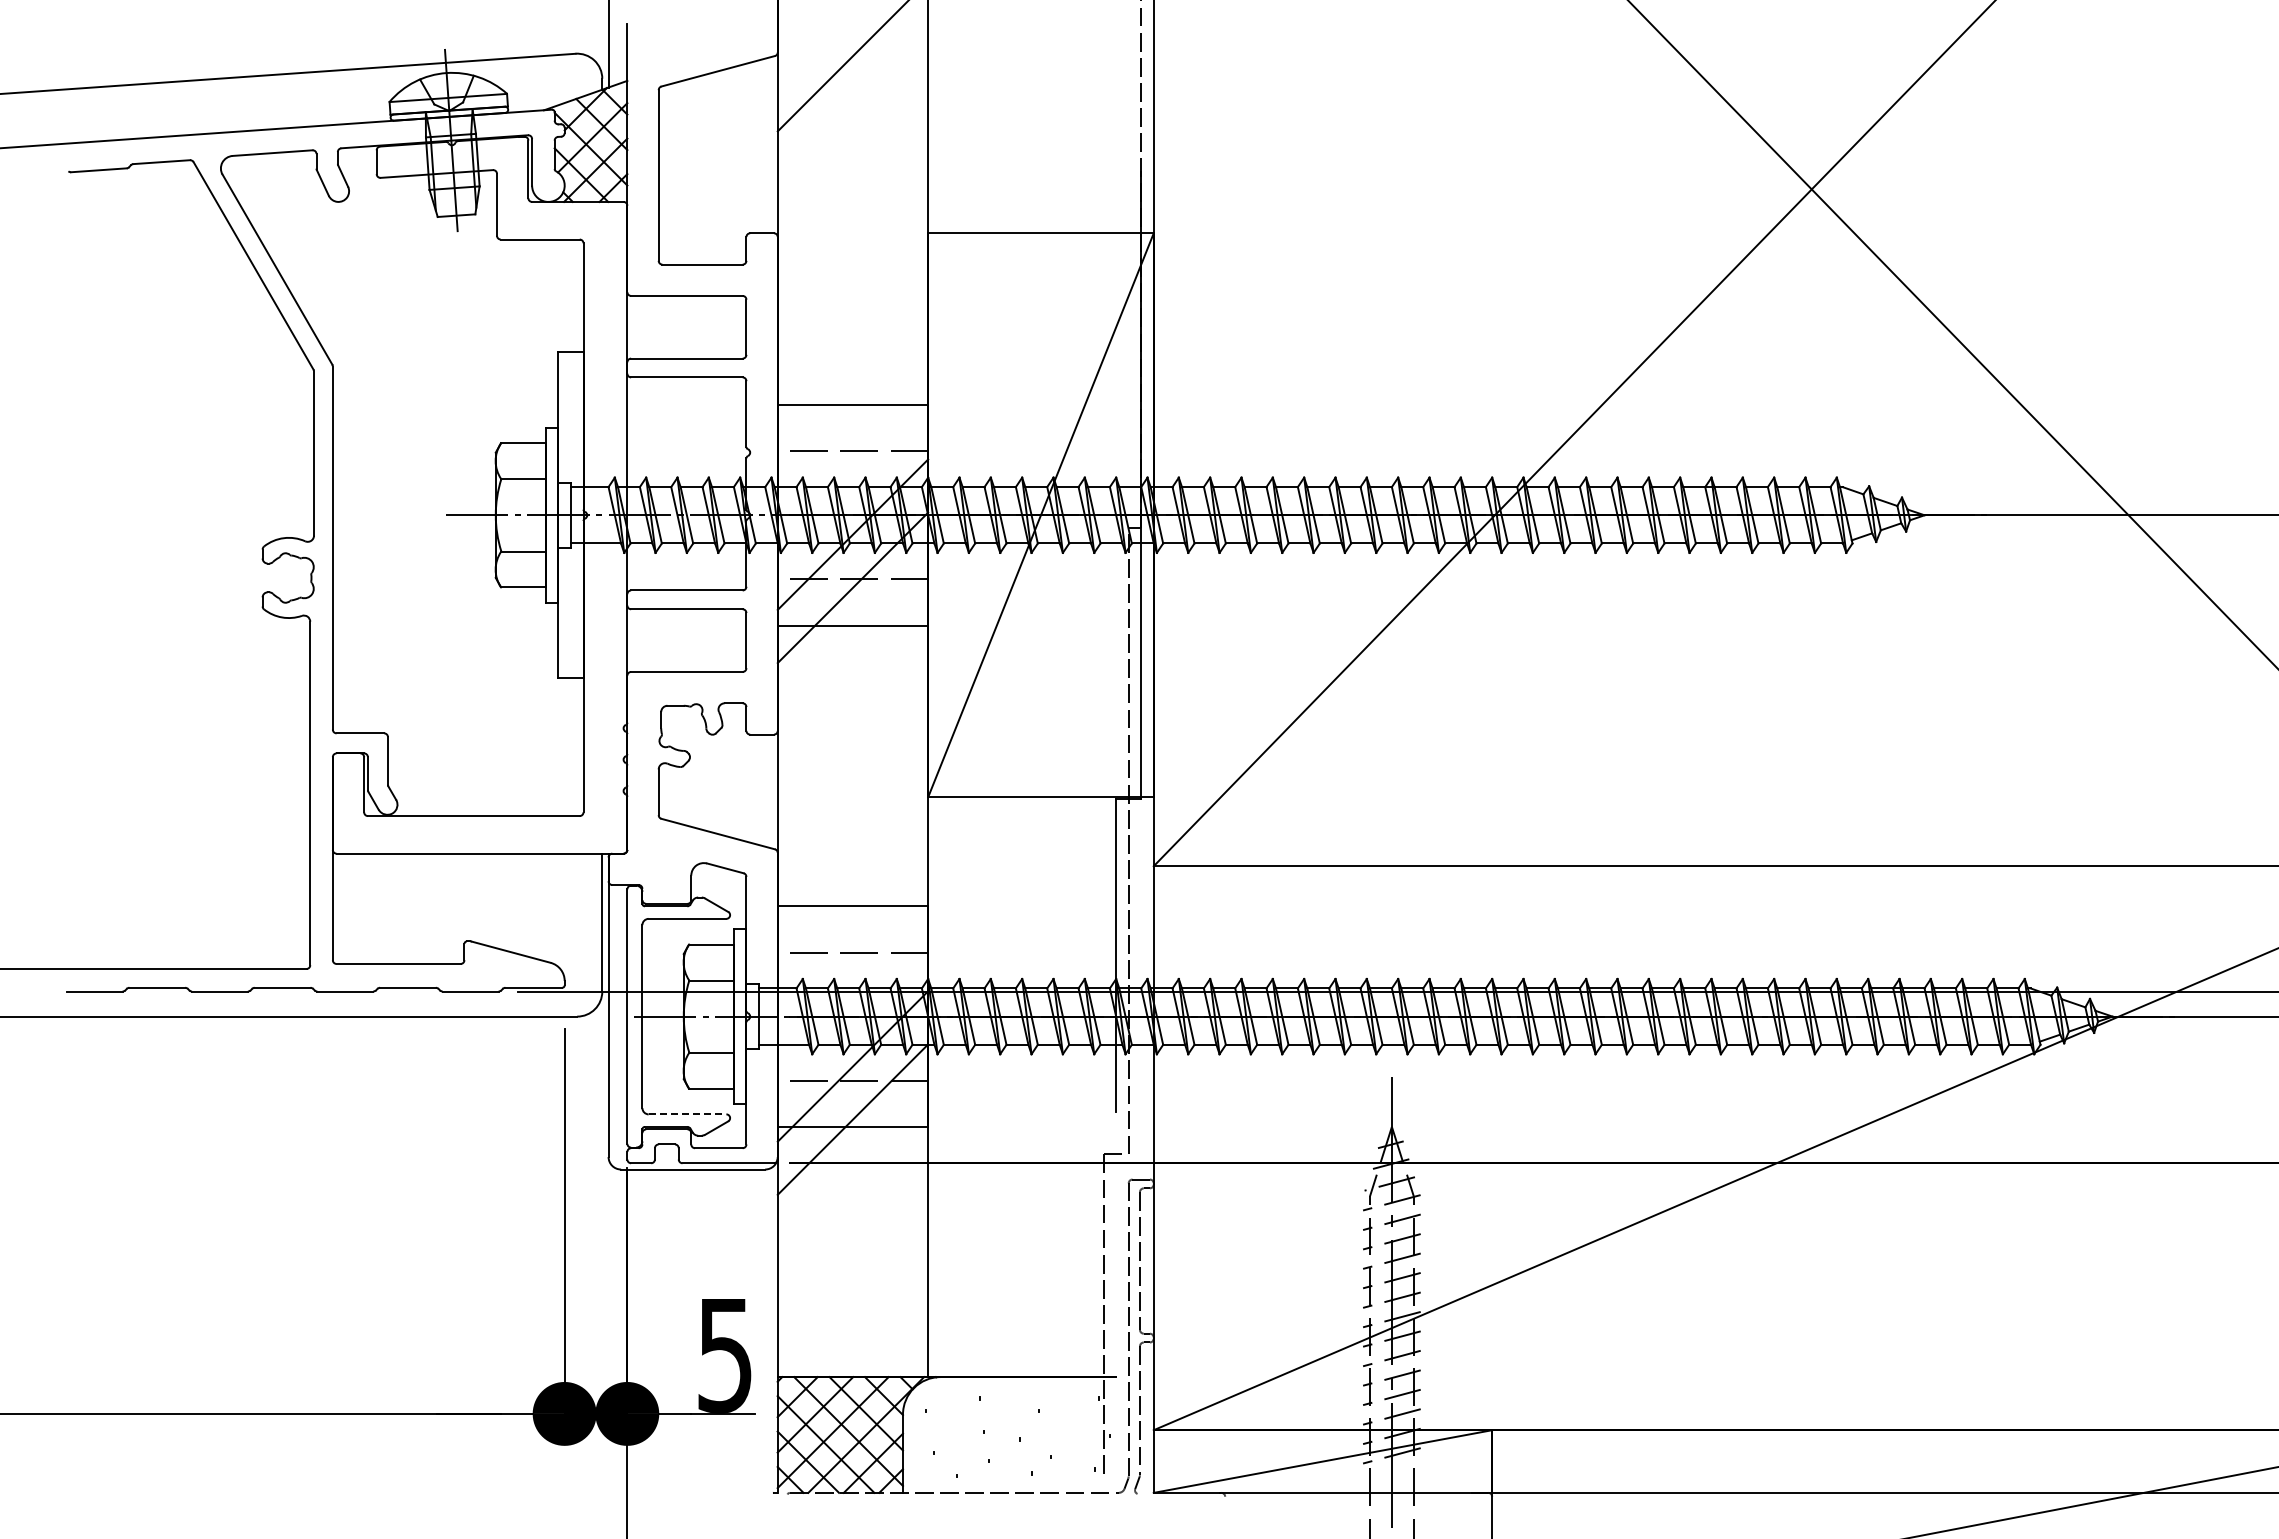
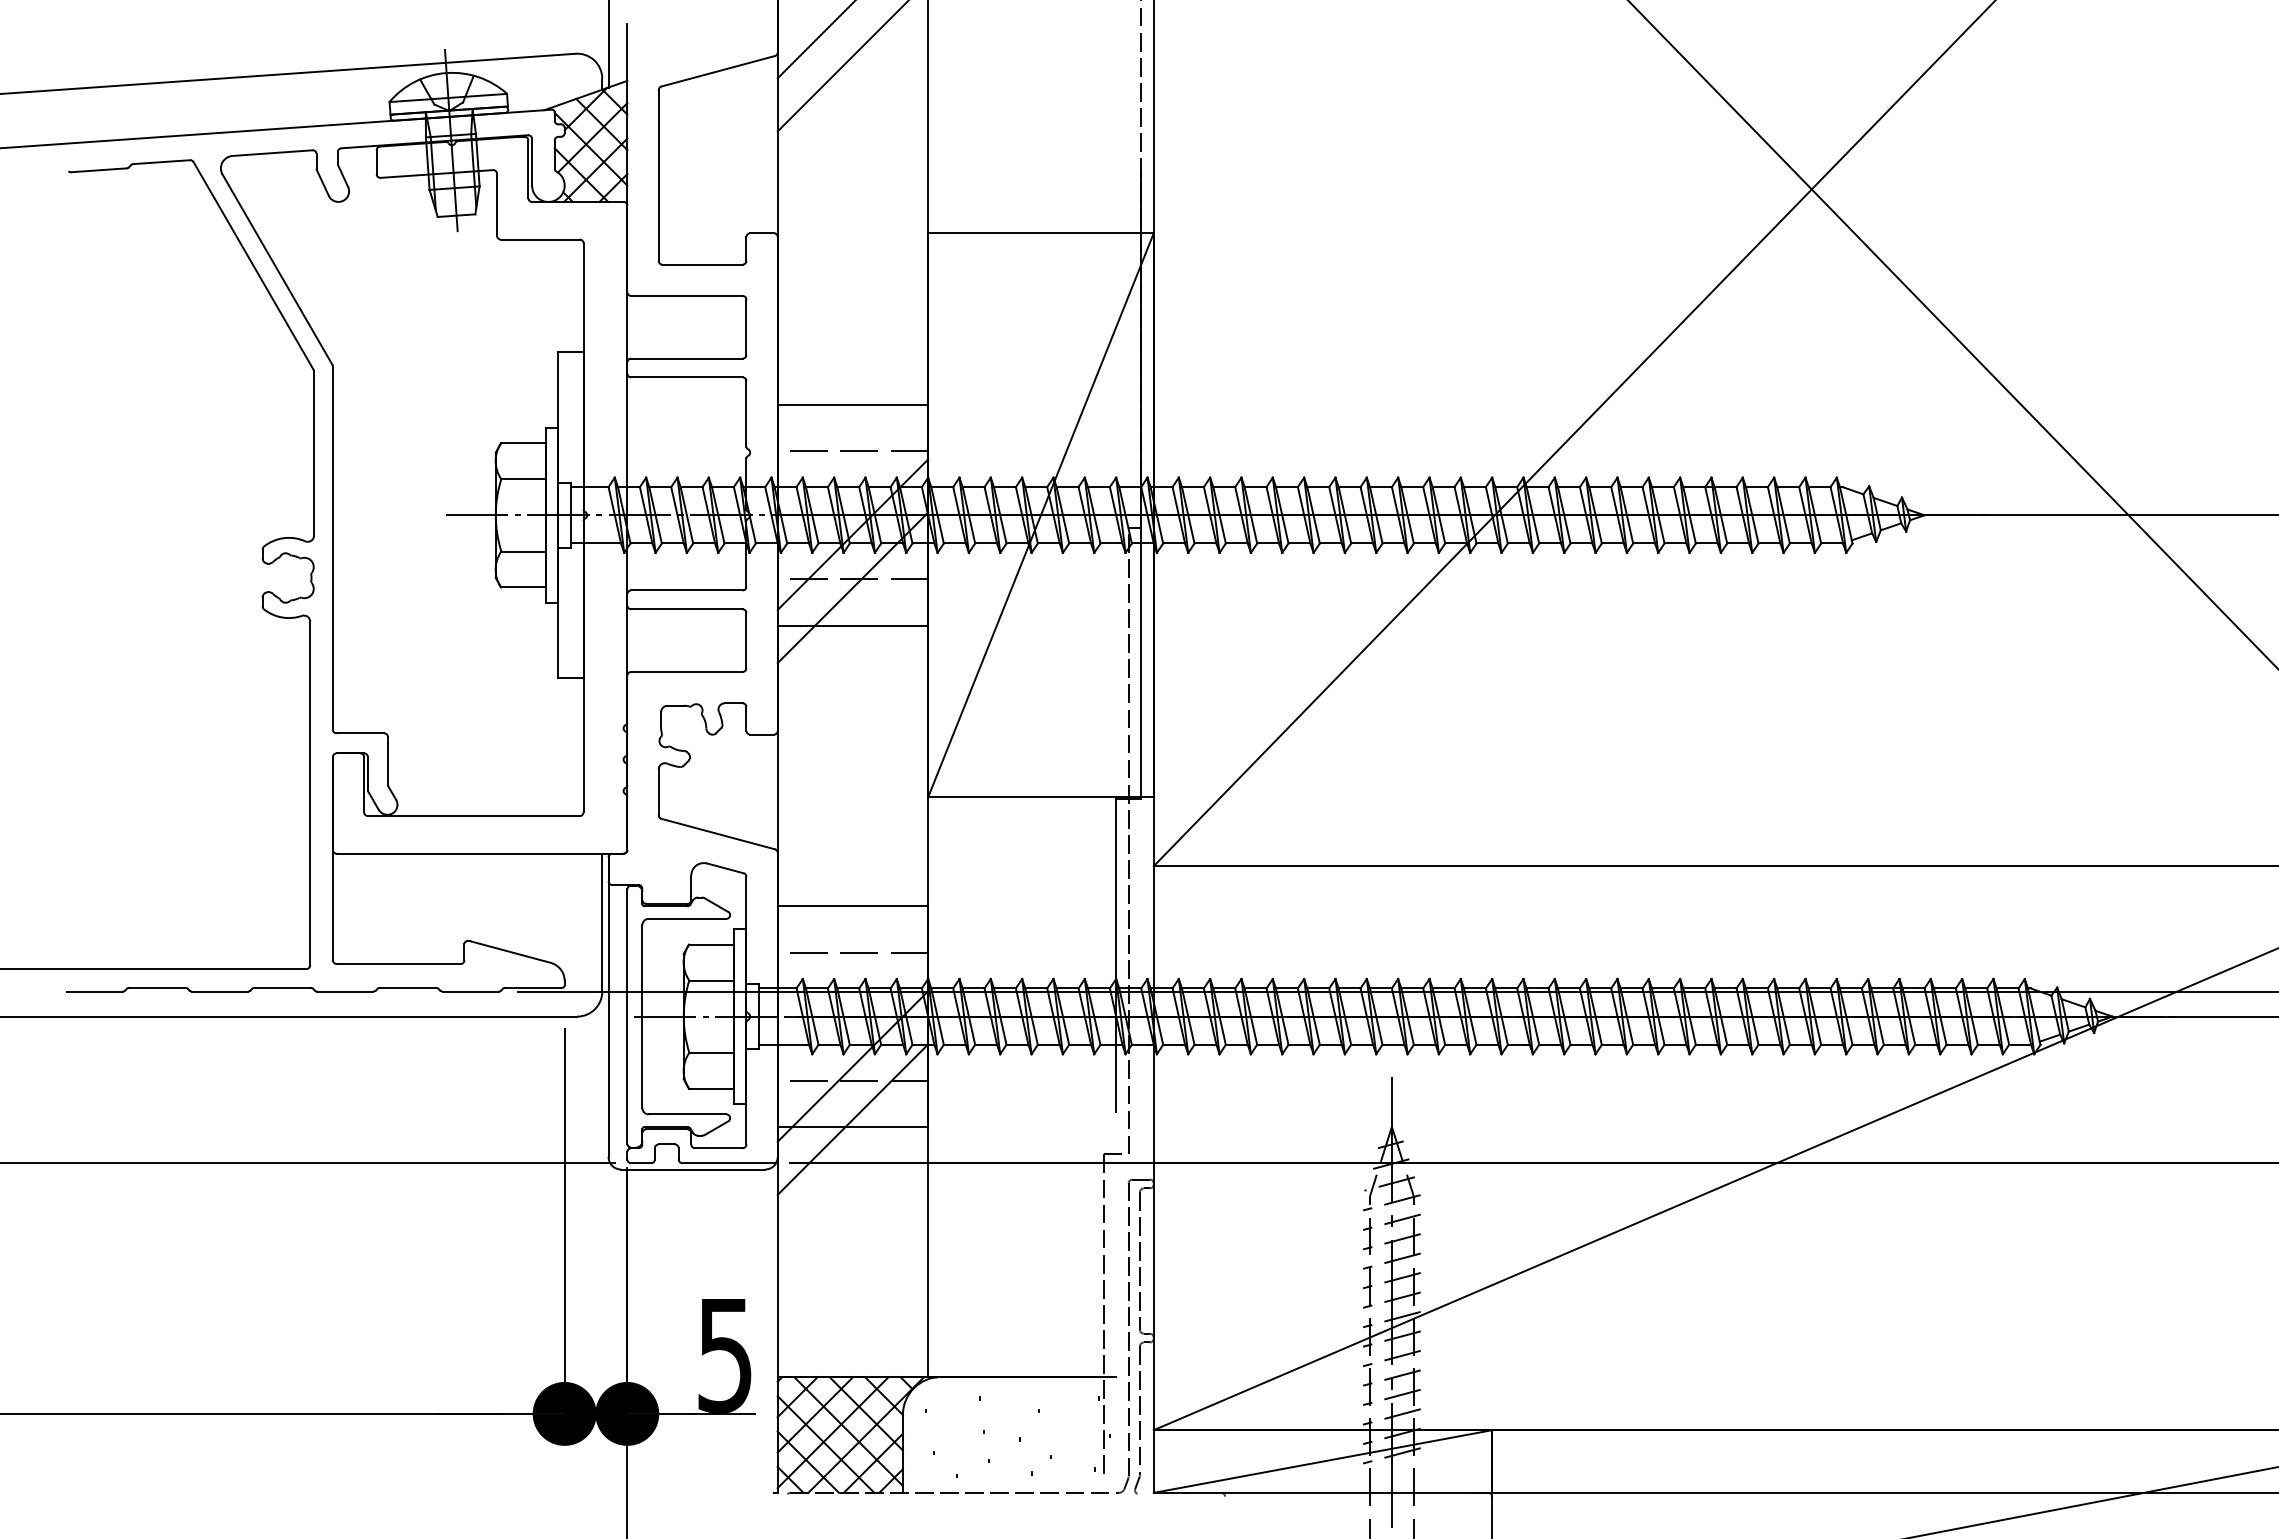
line at (815, 40): none -> present
line at (687, 1114): dashed -> solid
line at (308, 1163): none -> present
